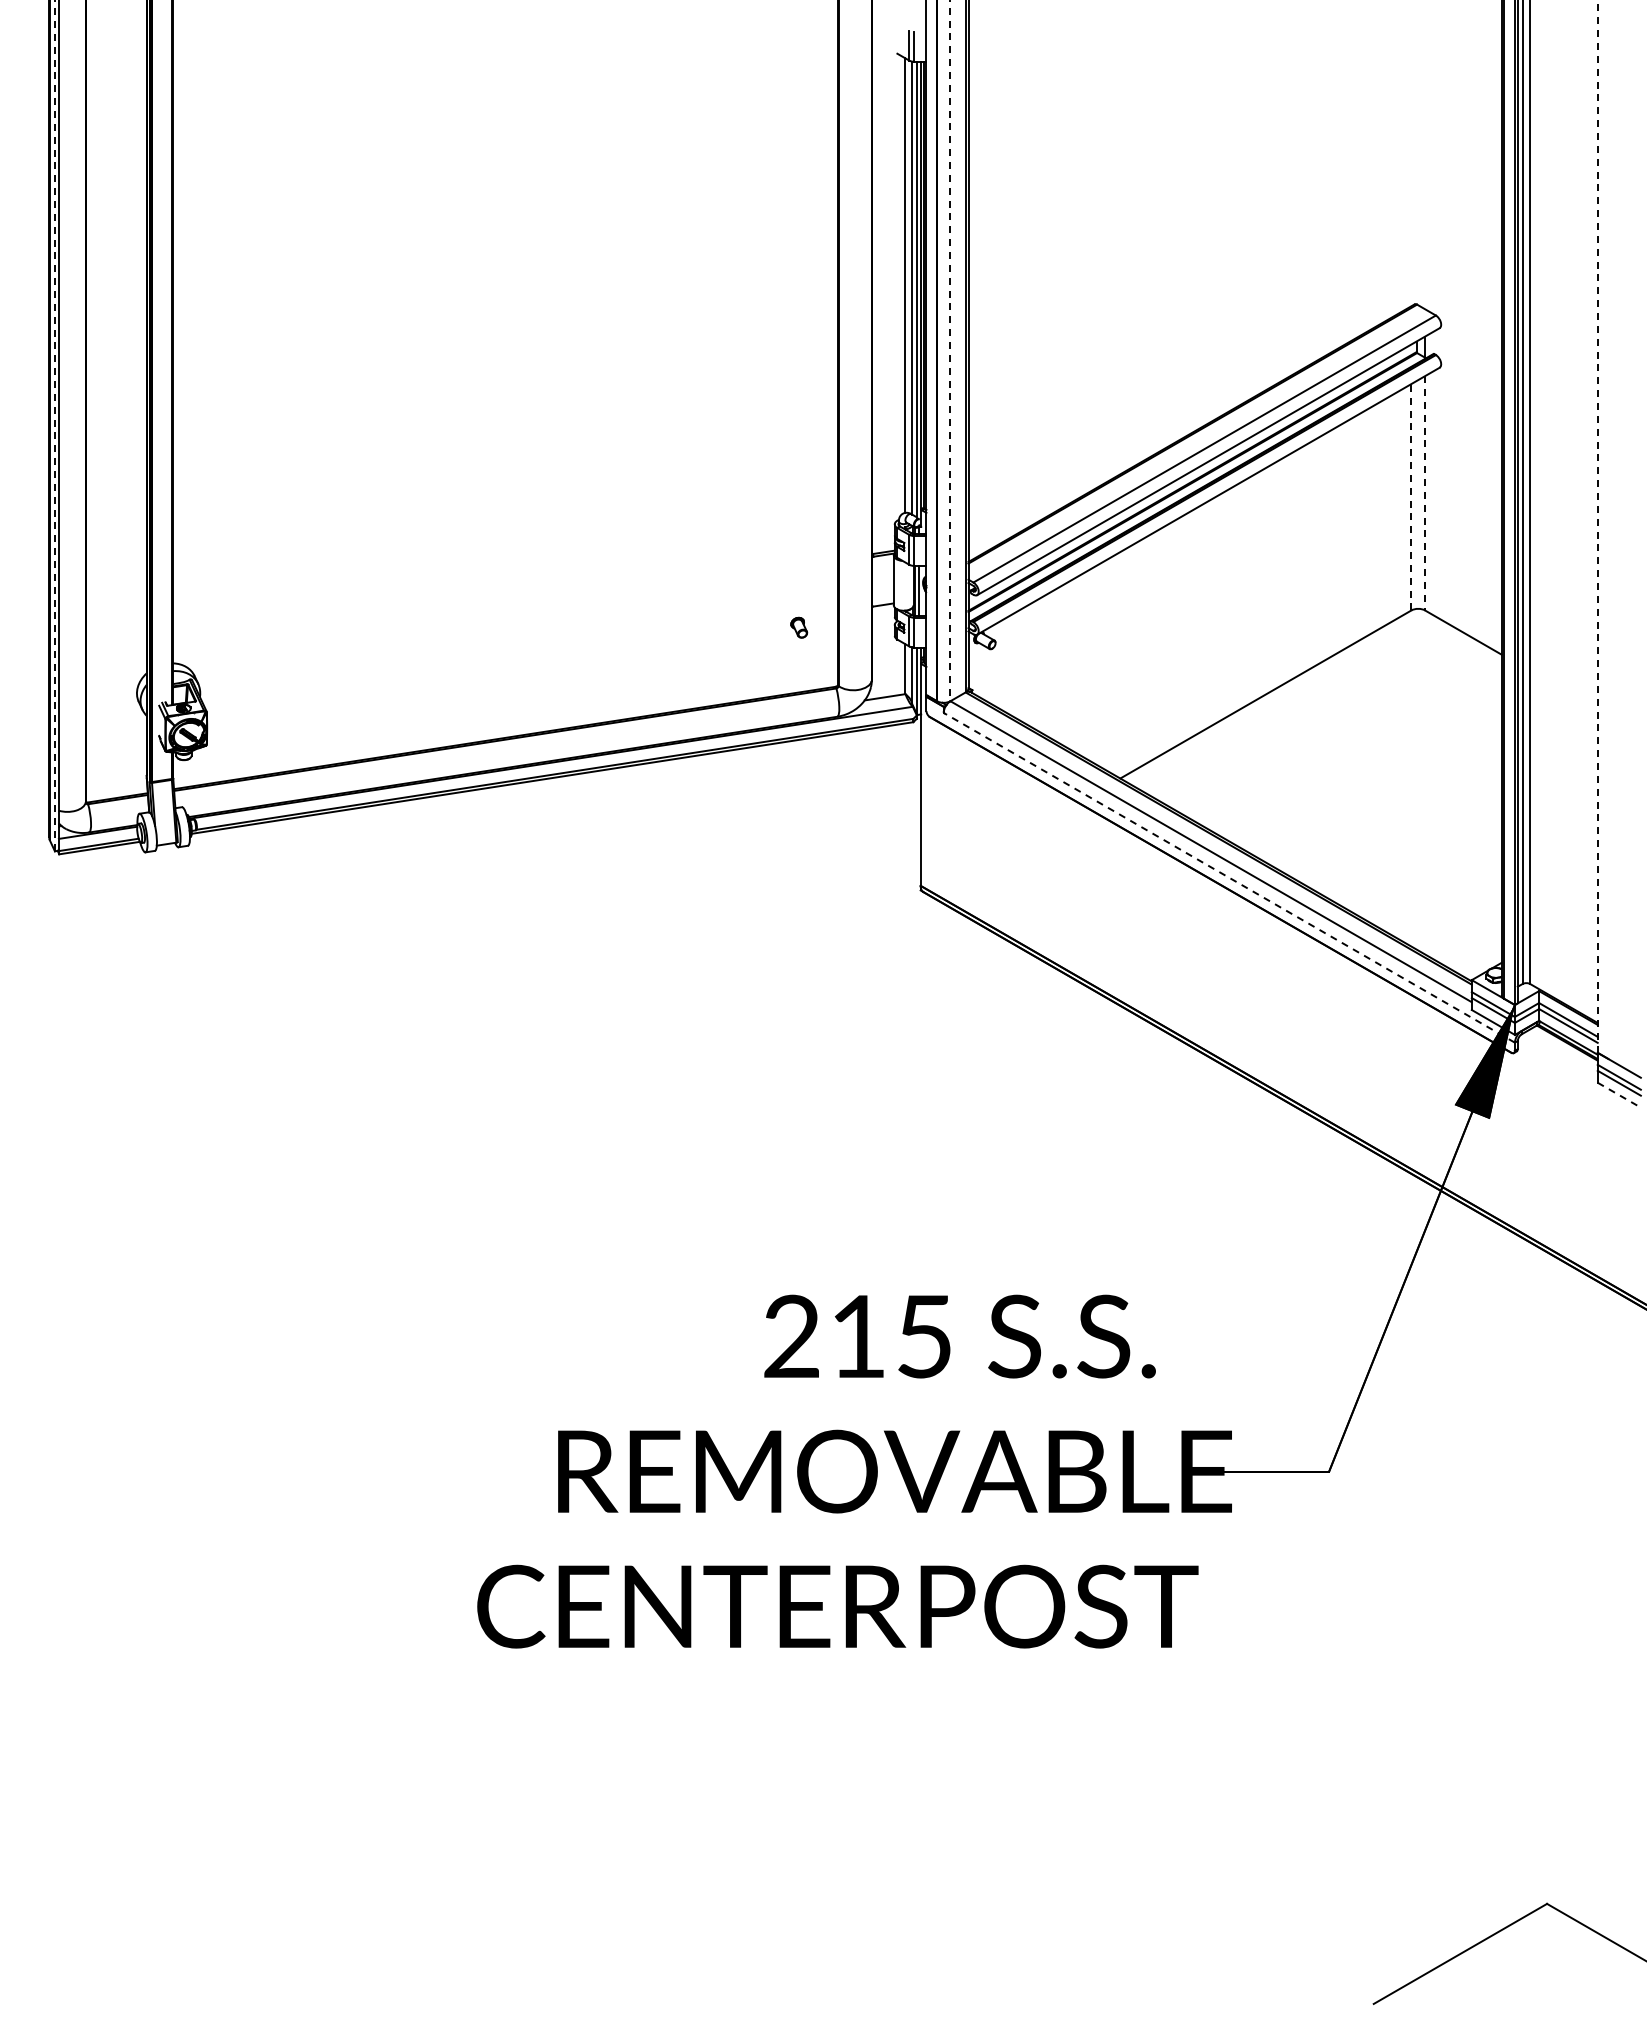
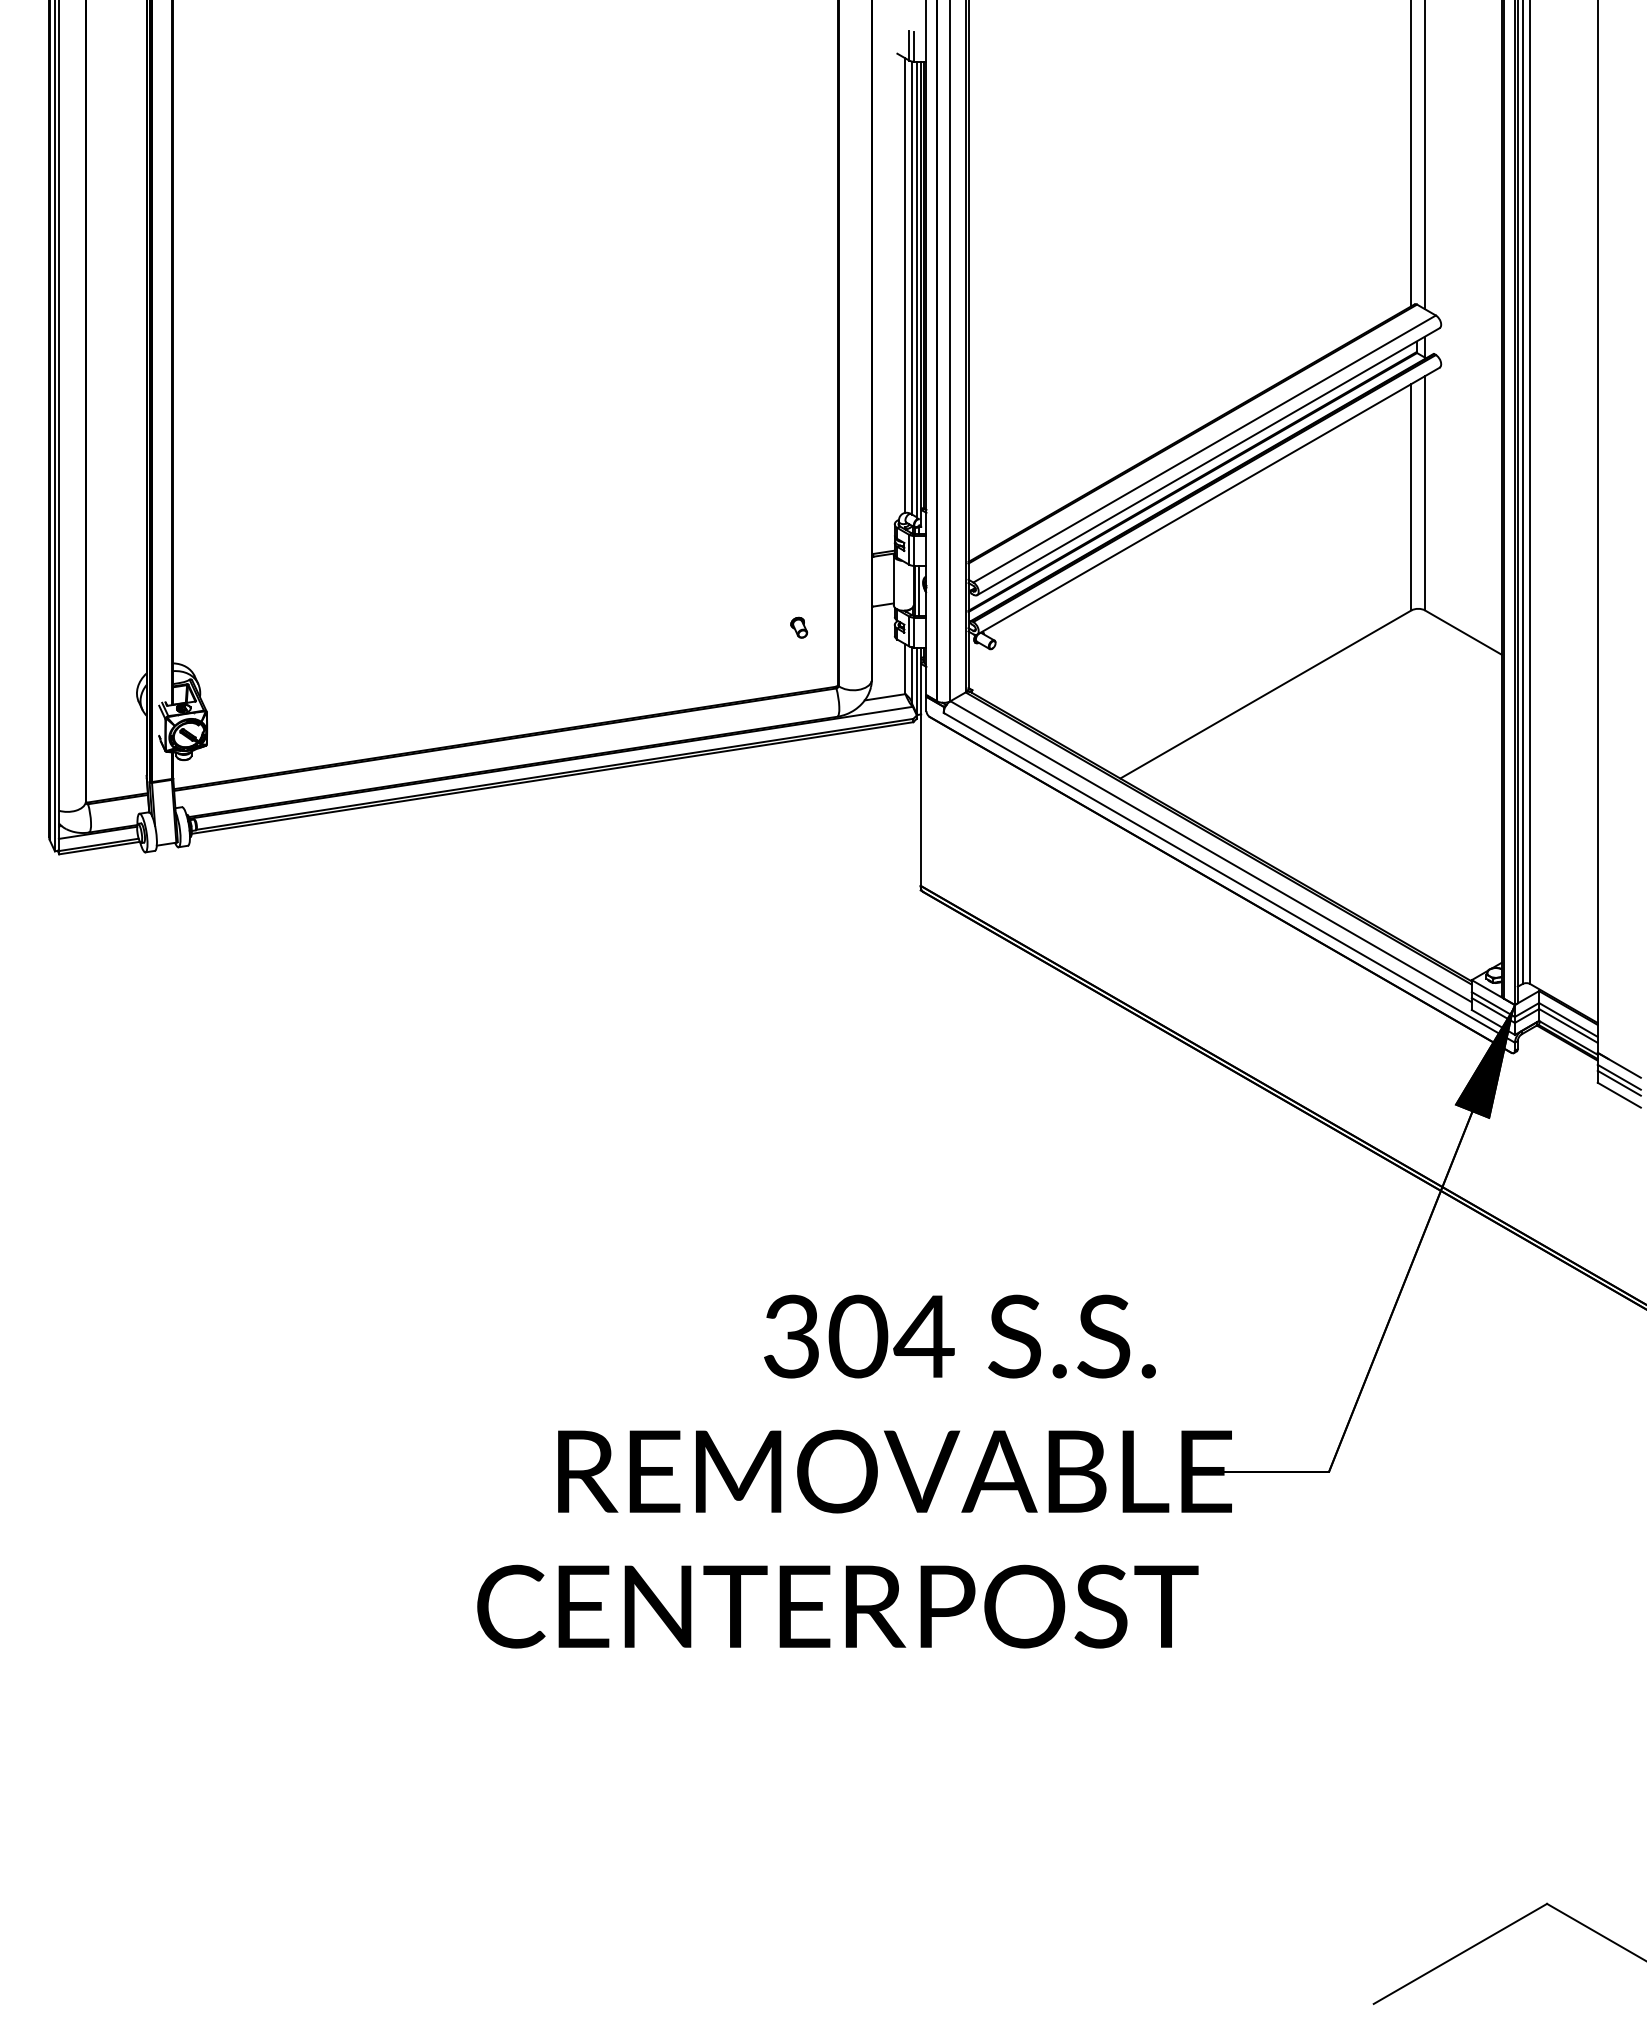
line at (1411, 154): none -> present
line at (1425, 155): none -> present
line at (950, 351): dashed -> solid
line at (54, 426): dashed -> solid
line at (1425, 493): dashed -> solid
line at (1411, 496): dashed -> solid
line at (1597, 526): dashed -> solid
line at (1229, 877): dashed -> solid
line at (1619, 1095): dashed -> solid
text at (859, 1336): 215 -> 304
